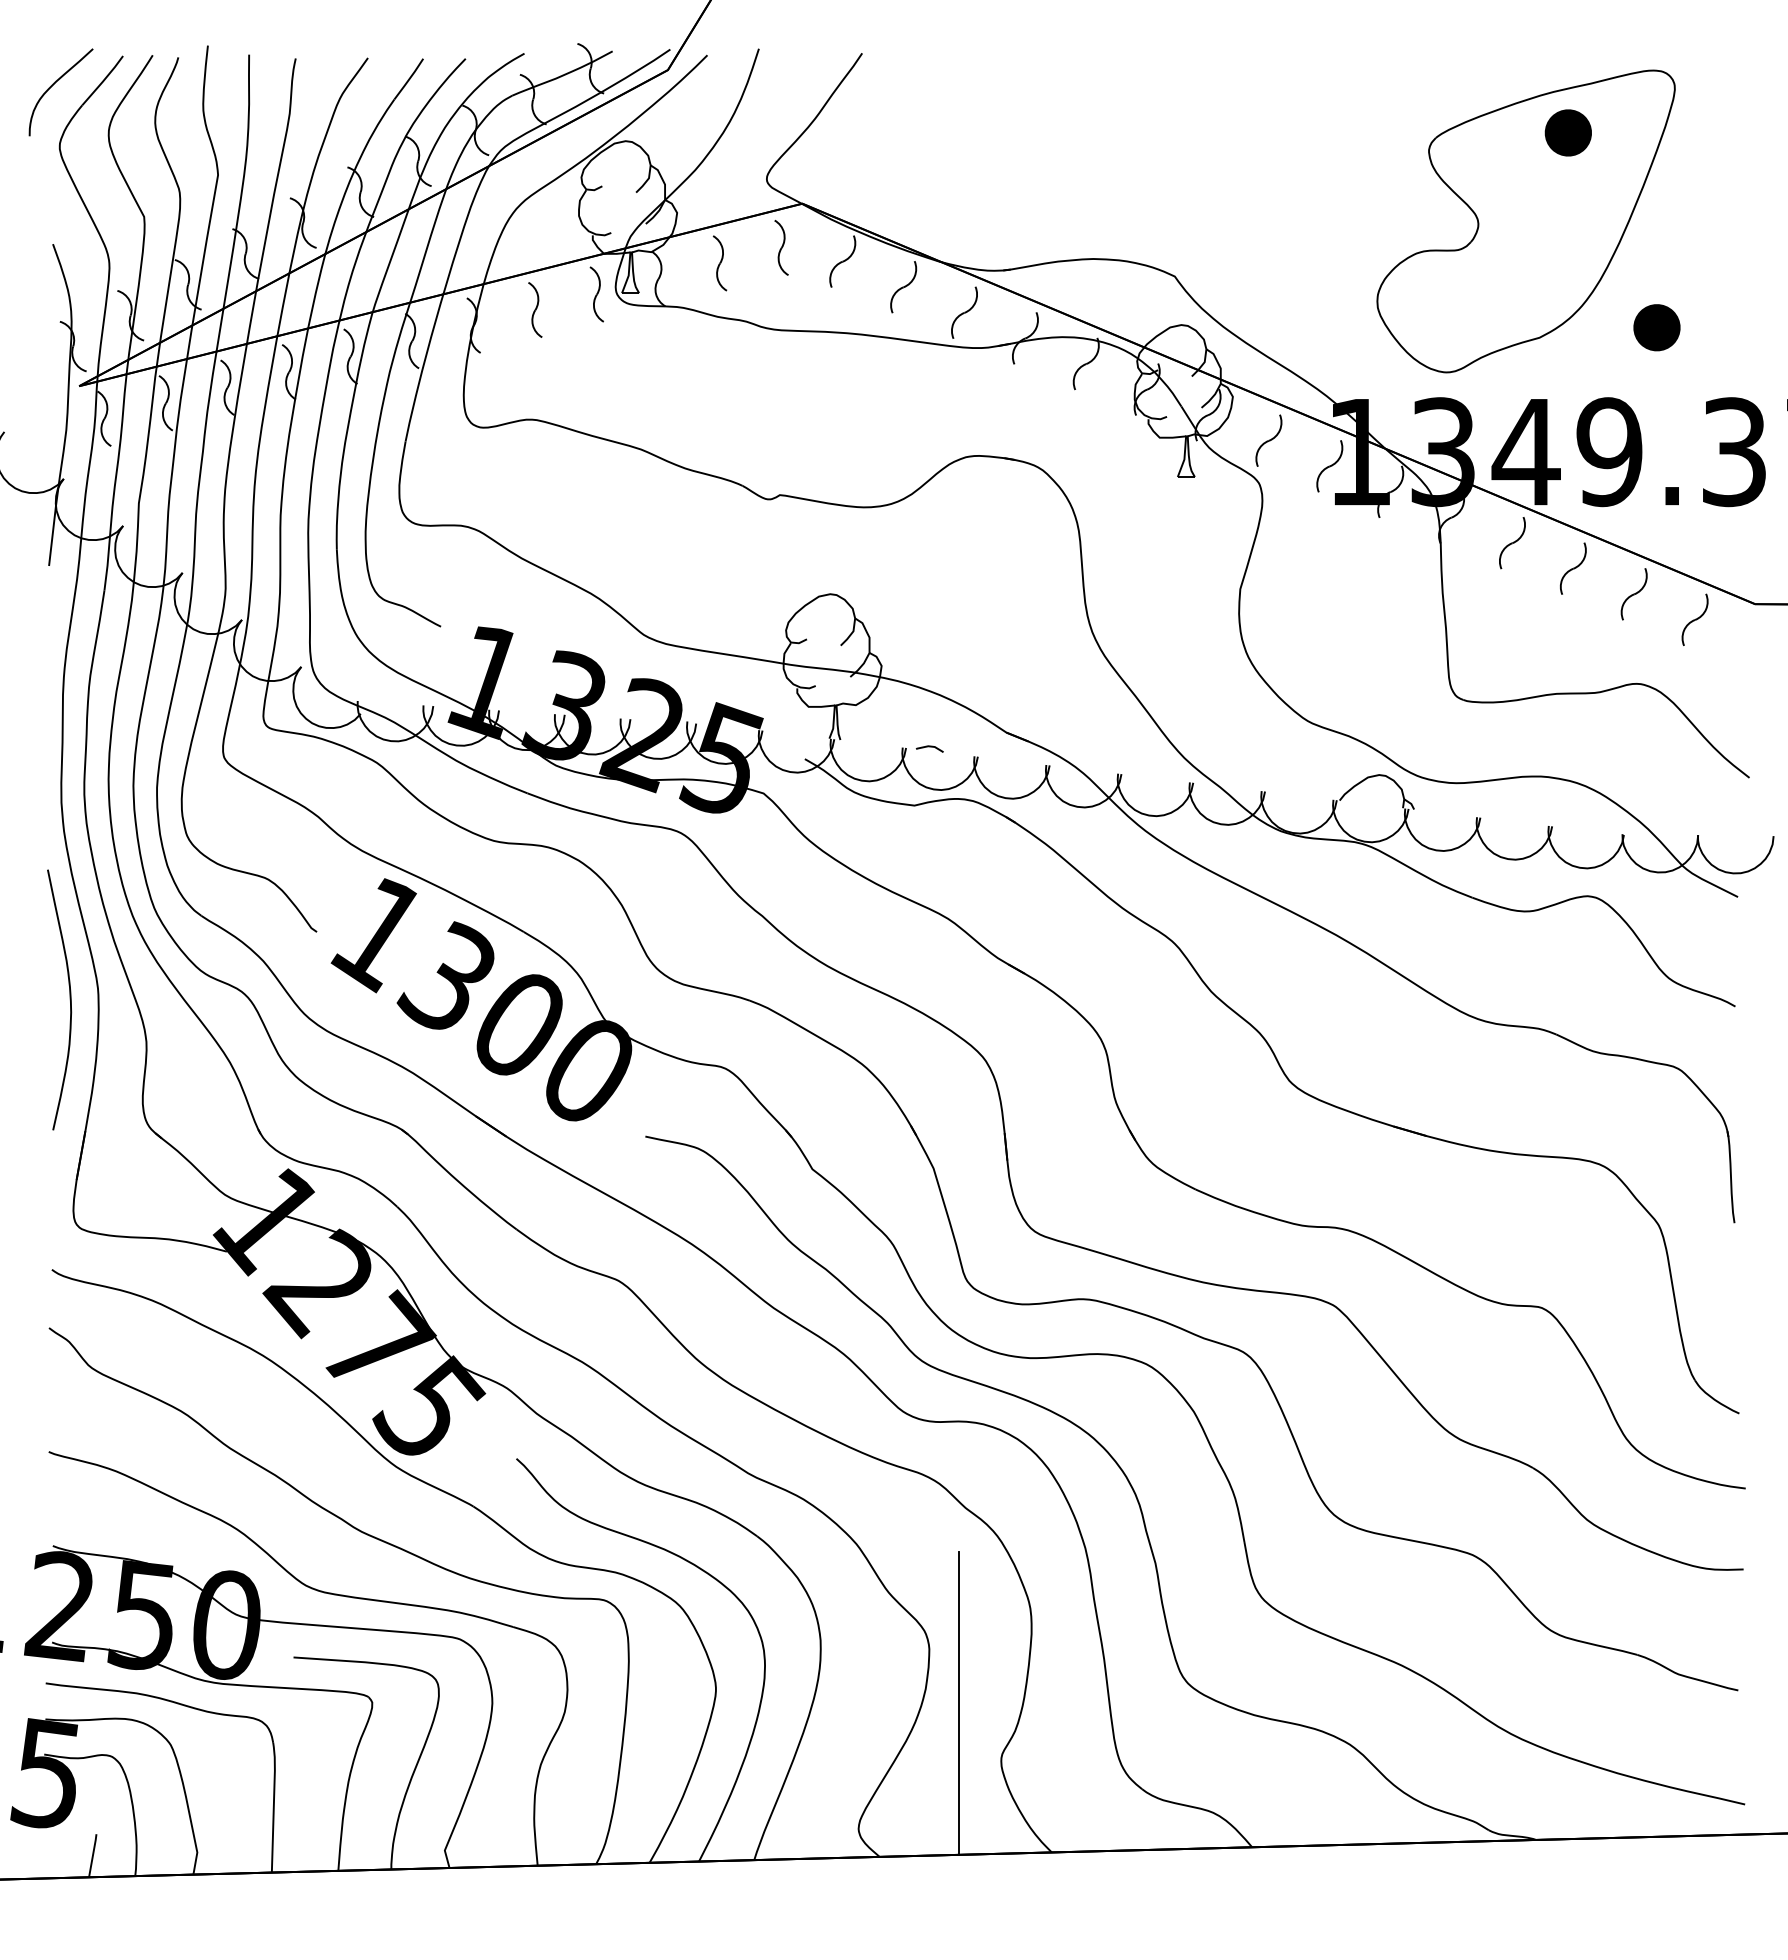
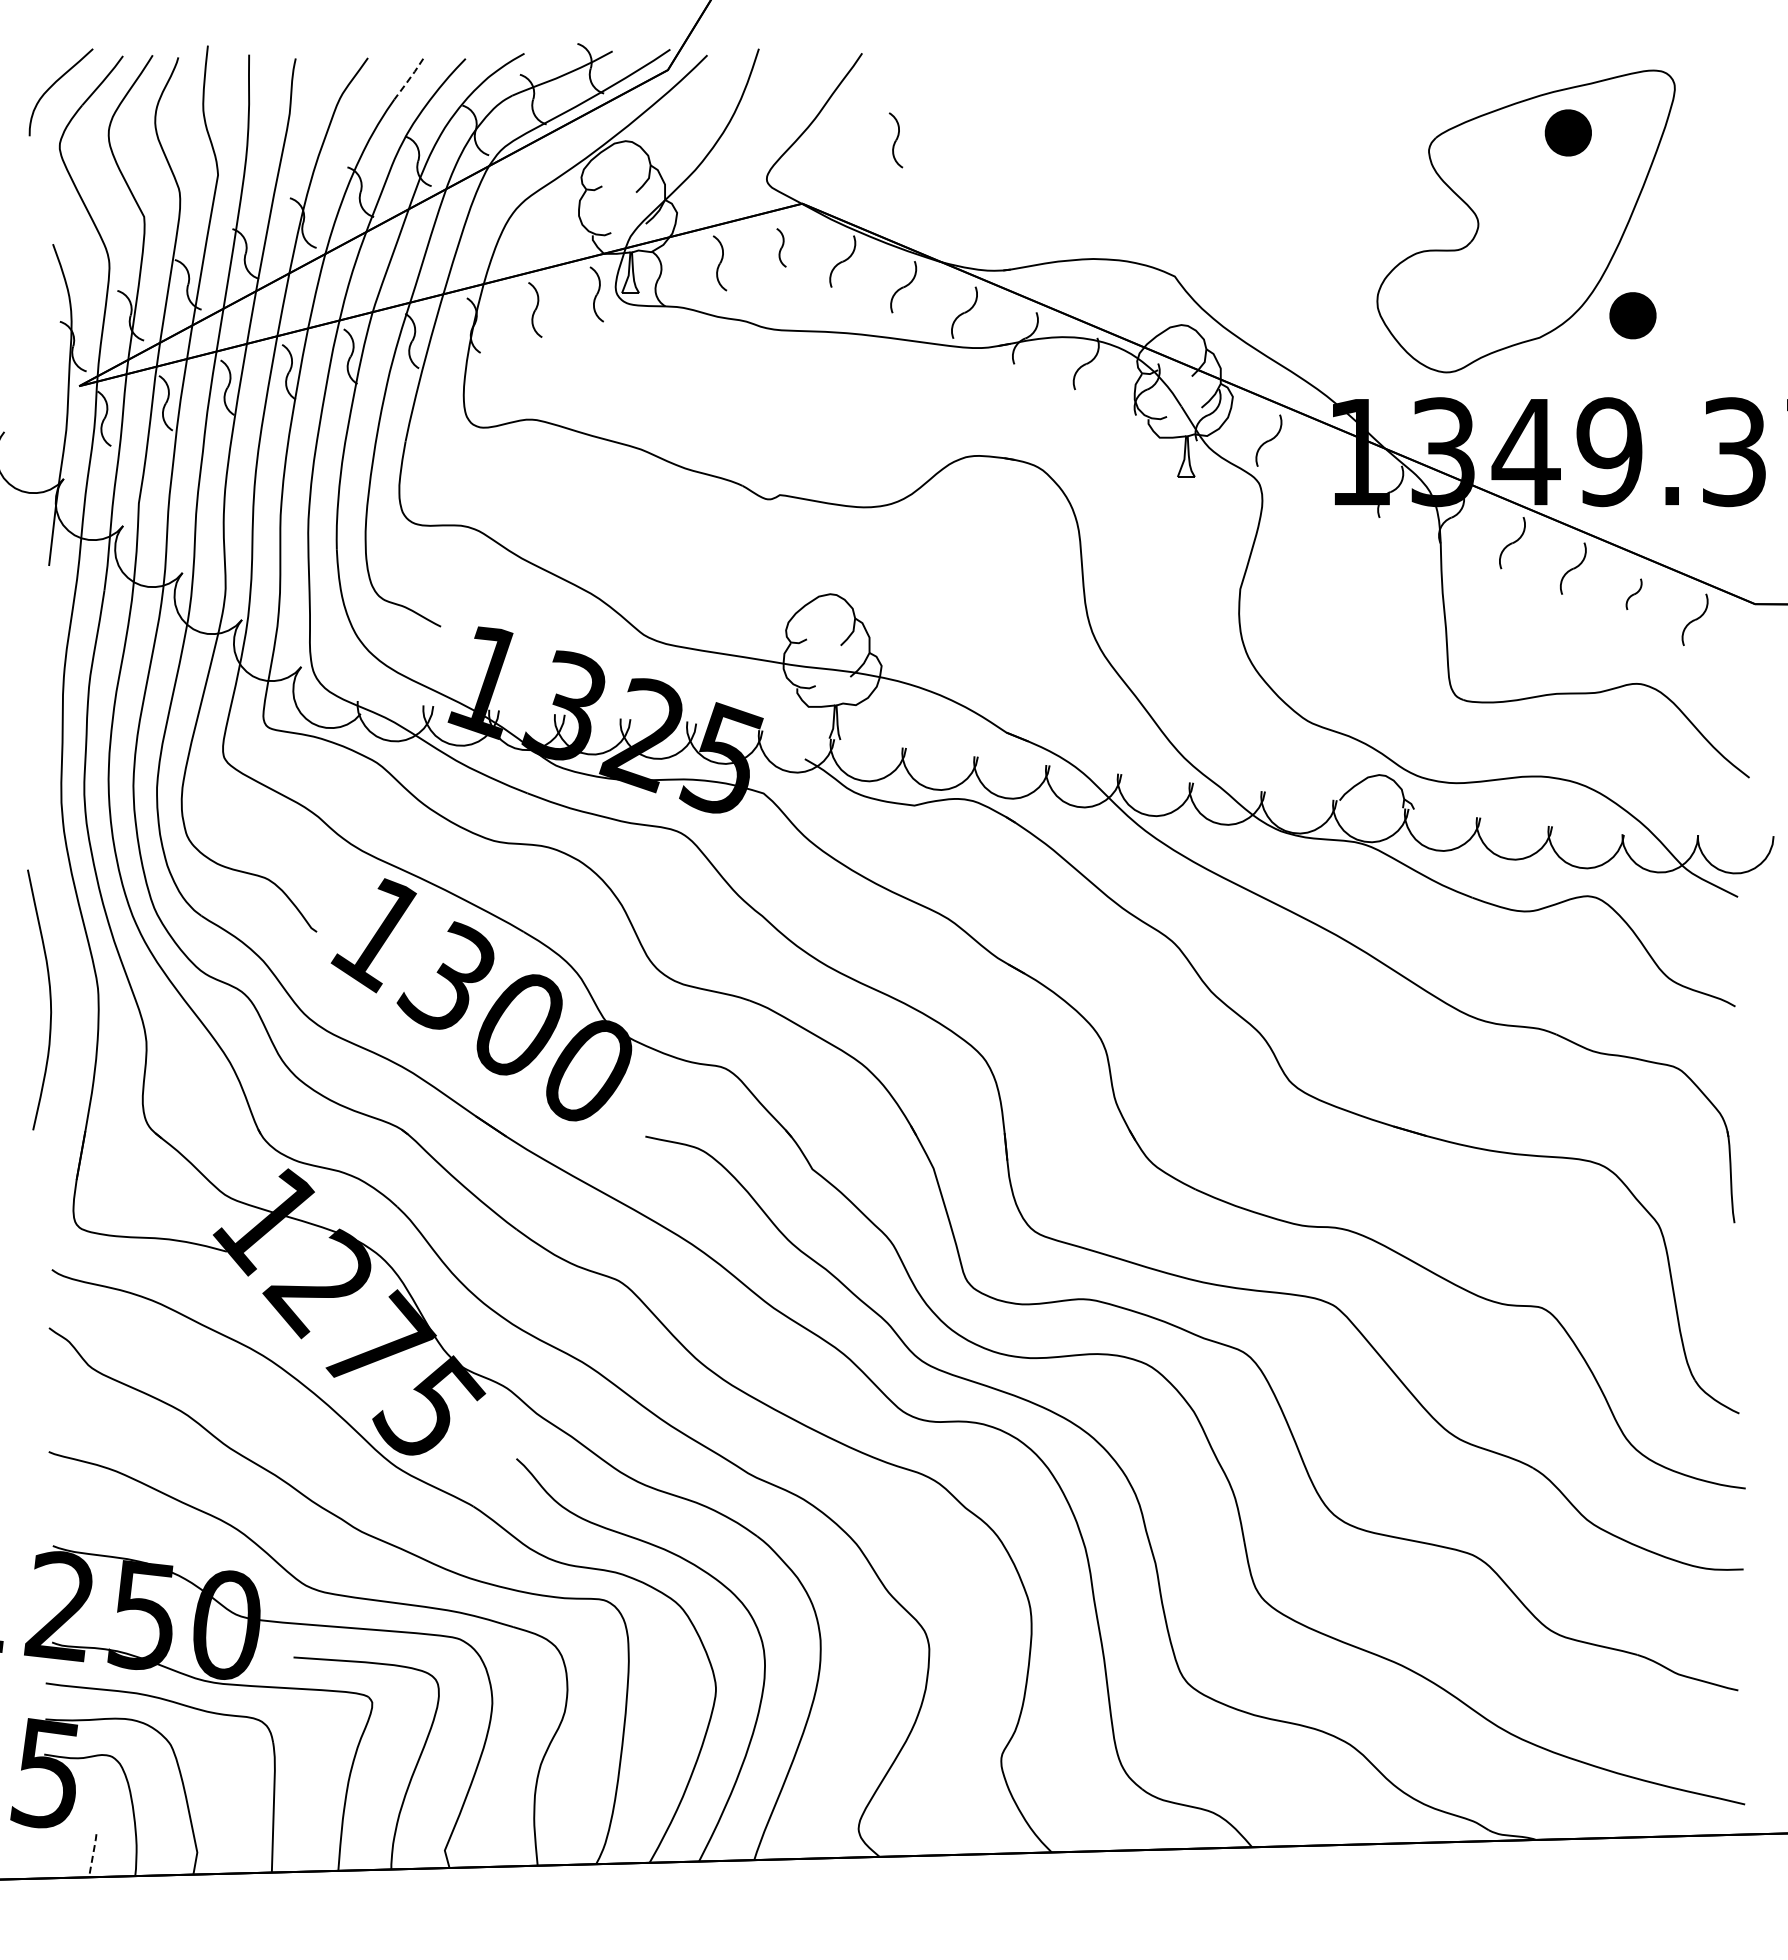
line at (409, 79): solid -> dashed
part at (895, 140): none -> present
part at (781, 247) size: 15x56 px -> 11x40 px
part at (1656, 327) position: (1656, 327) -> (1632, 315)
part at (1329, 466): present -> none
part at (1633, 594) size: 28x53 px -> 18x32 px
curve at (929, 747): present -> none
curve at (69, 999) position: (69, 999) -> (49, 999)
line at (959, 1702): present -> none
line at (92, 1855): solid -> dashed
